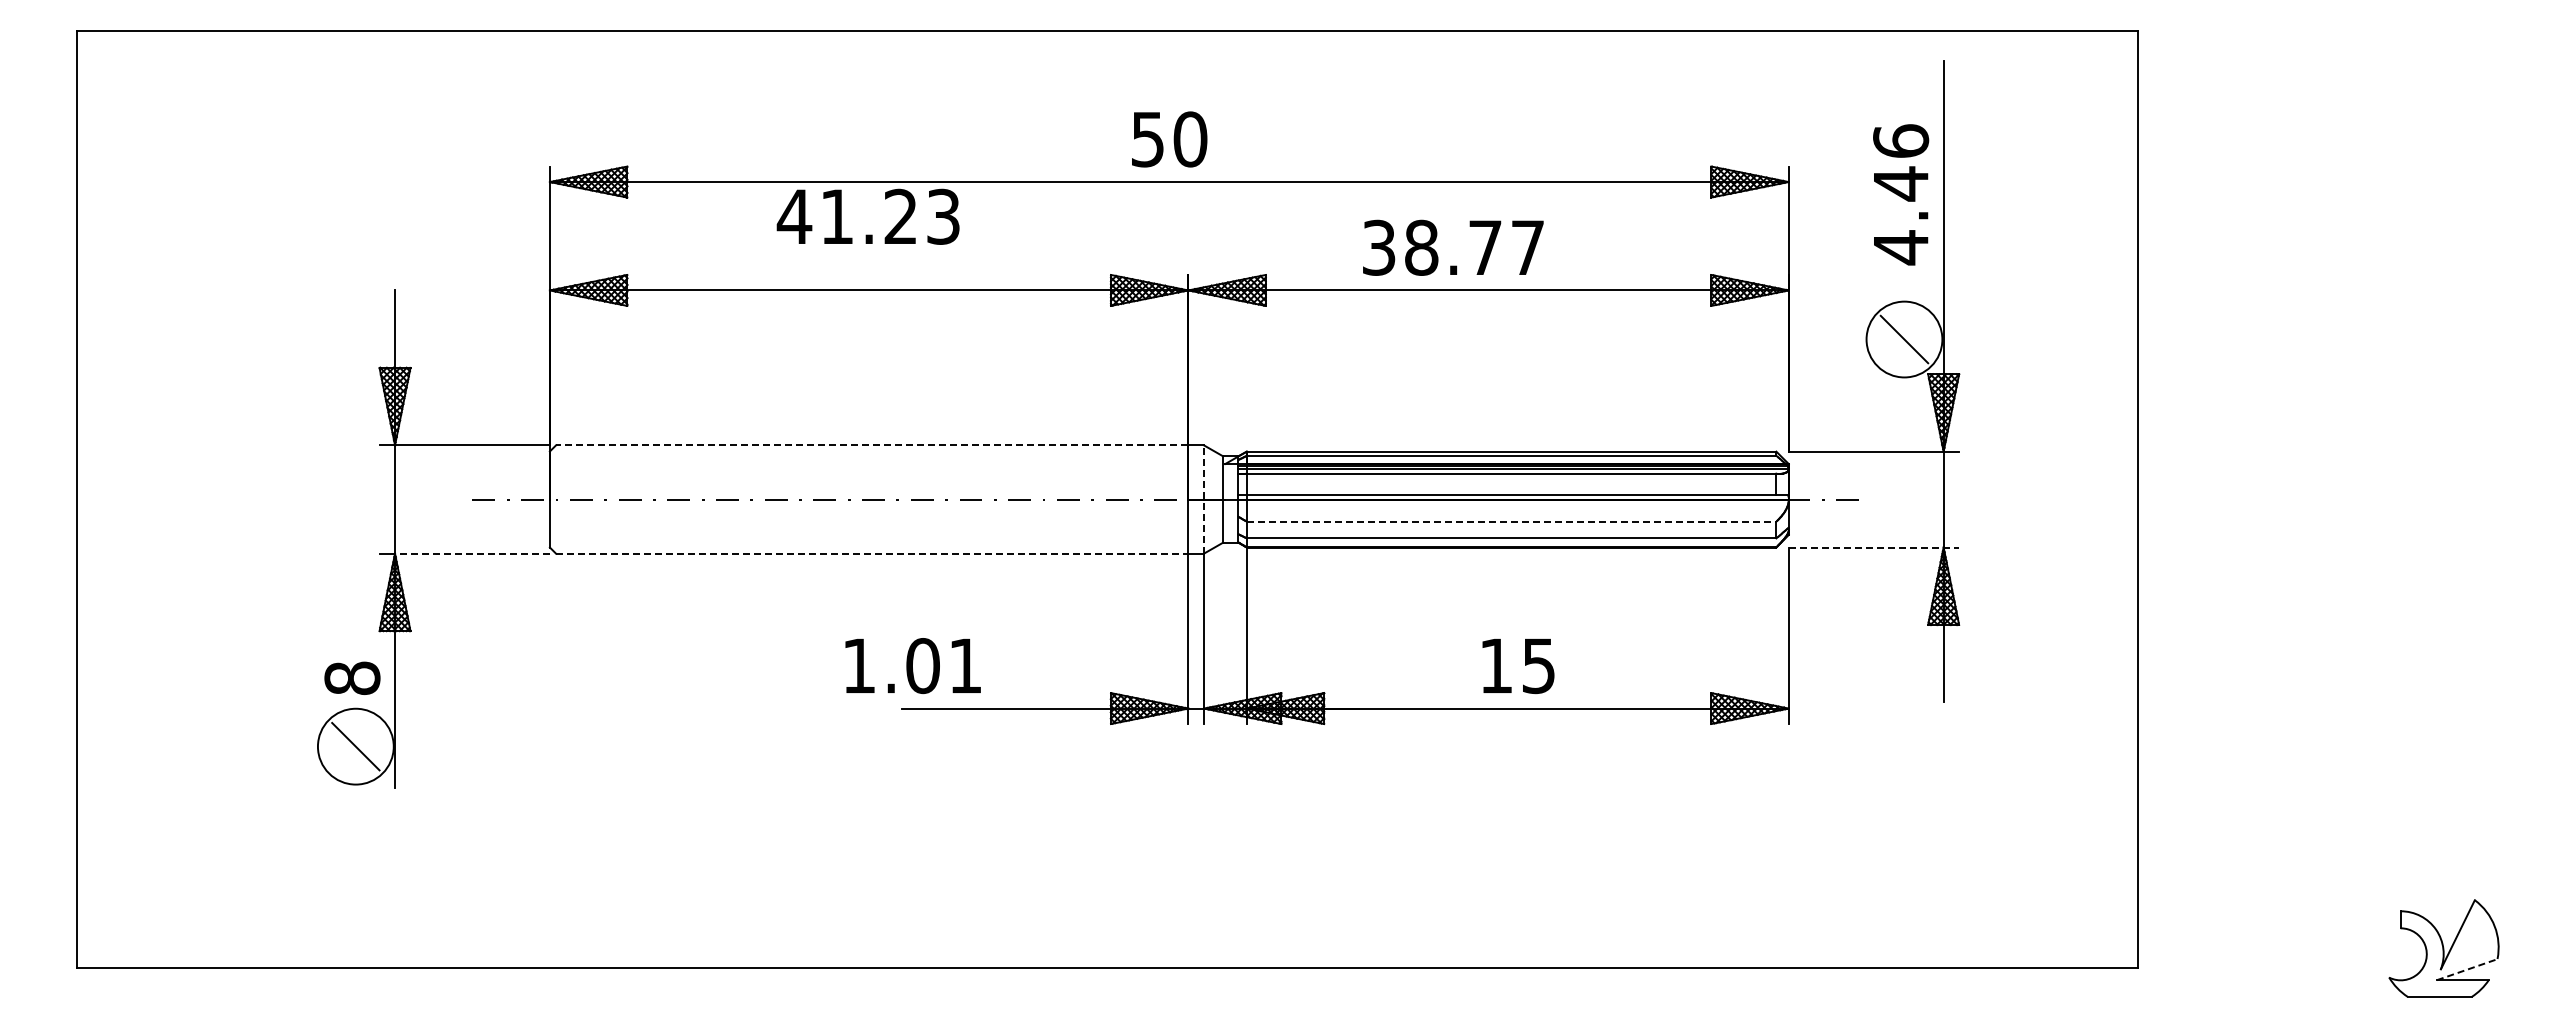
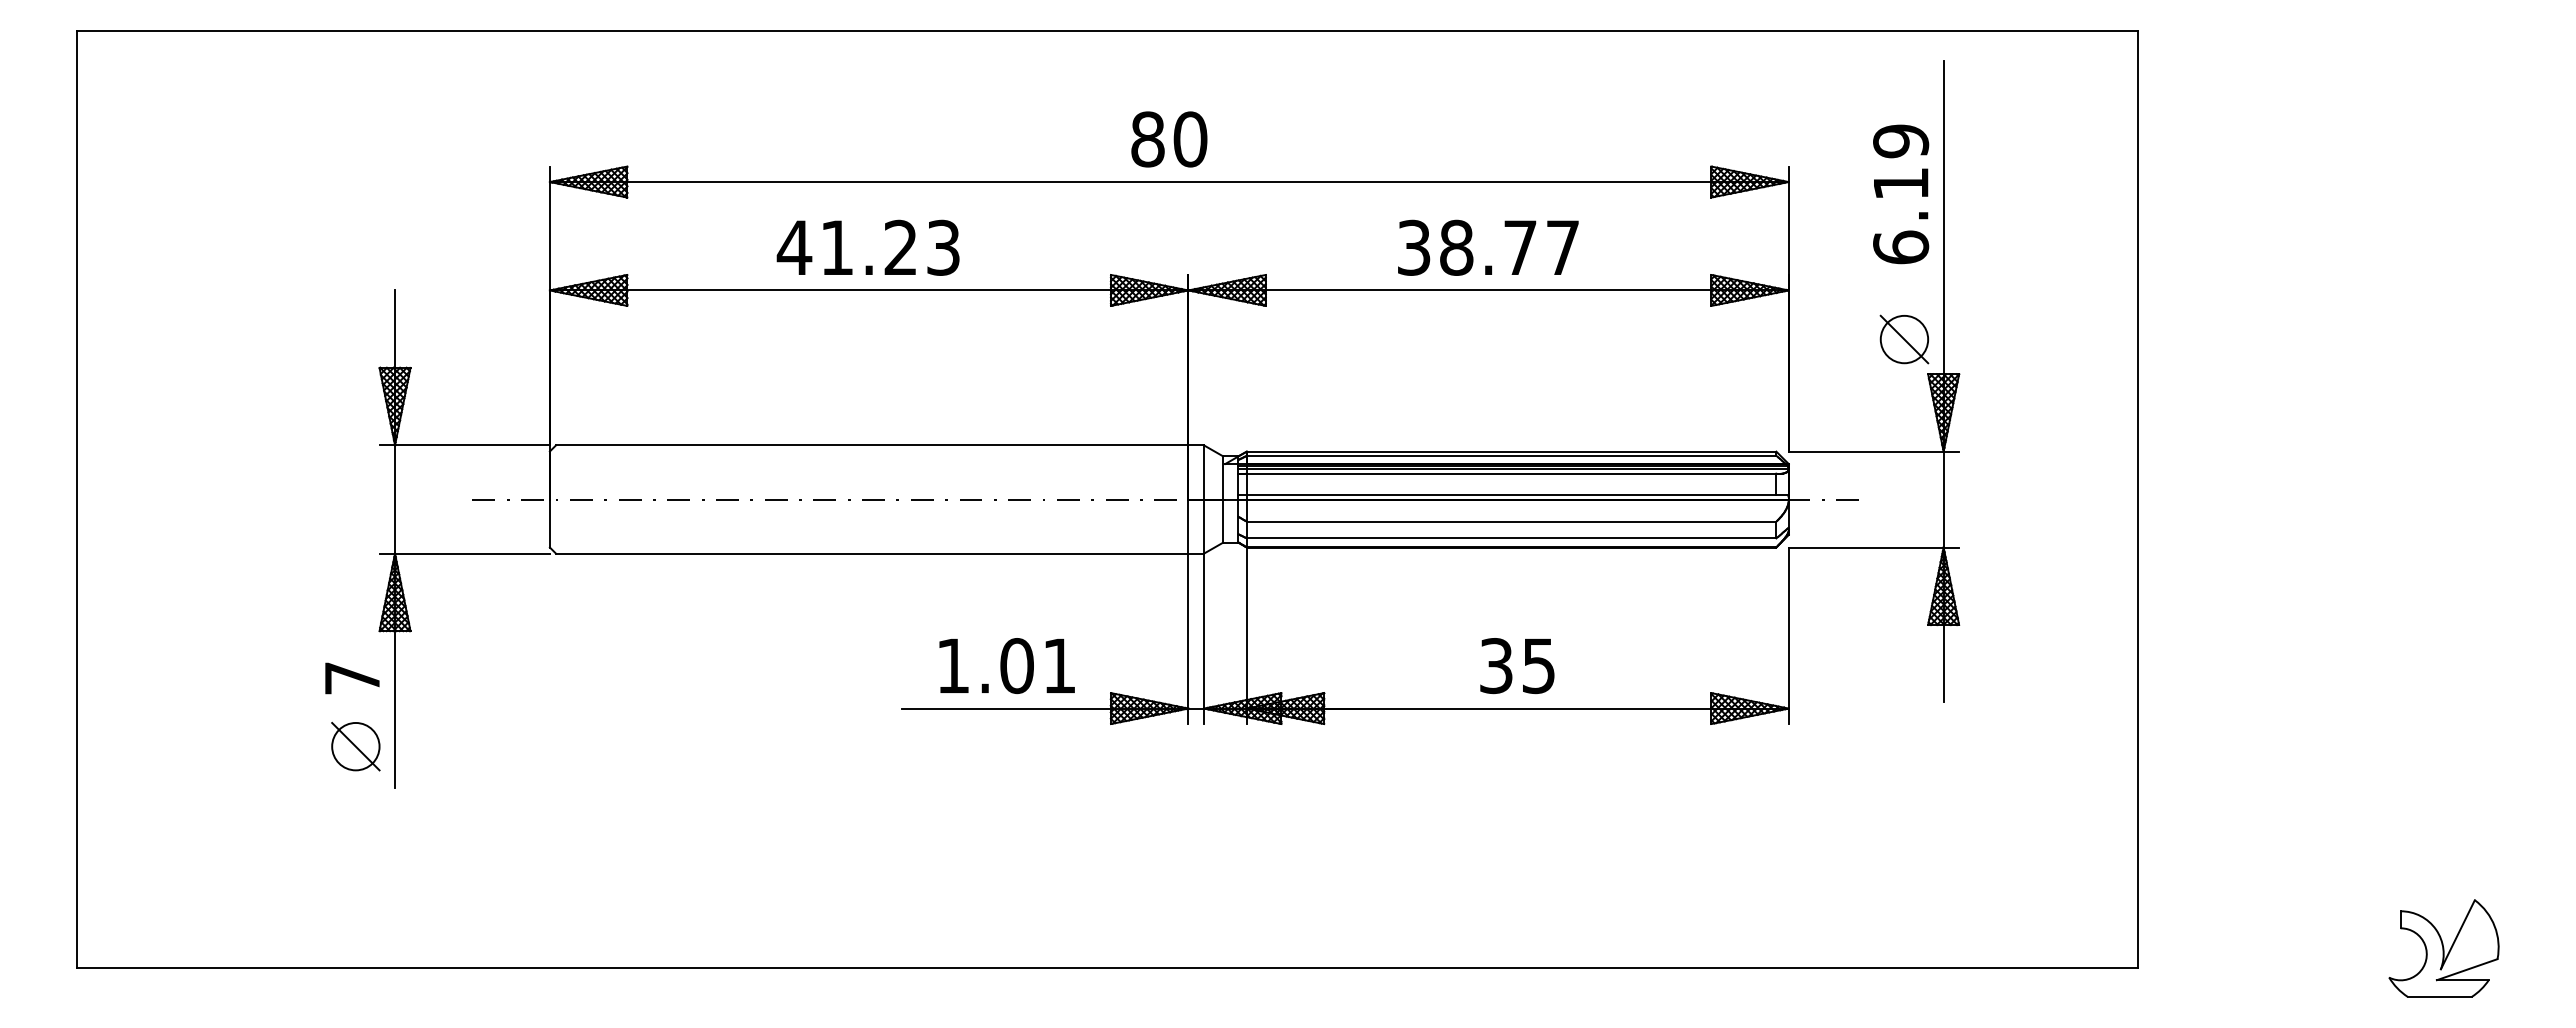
text at (1147, 139): 50 -> 80
text at (1901, 194): 4.46 -> 6.19
text at (867, 216) position: (867, 216) -> (867, 247)
text at (1453, 247) position: (1453, 247) -> (1488, 247)
circle at (1904, 339) diameter: 76 px -> 47 px
line at (871, 445): dashed -> solid
line at (1203, 499): dashed -> solid
line at (1511, 521): dashed -> solid
line at (1874, 547): dashed -> solid
line at (471, 553): dashed -> solid
line at (872, 553): dashed -> solid
text at (912, 666) position: (912, 666) -> (1006, 666)
text at (1496, 666): 15 -> 35
text at (352, 678): 8 -> 7
circle at (355, 746) diameter: 76 px -> 47 px
line at (2467, 969): dashed -> solid
